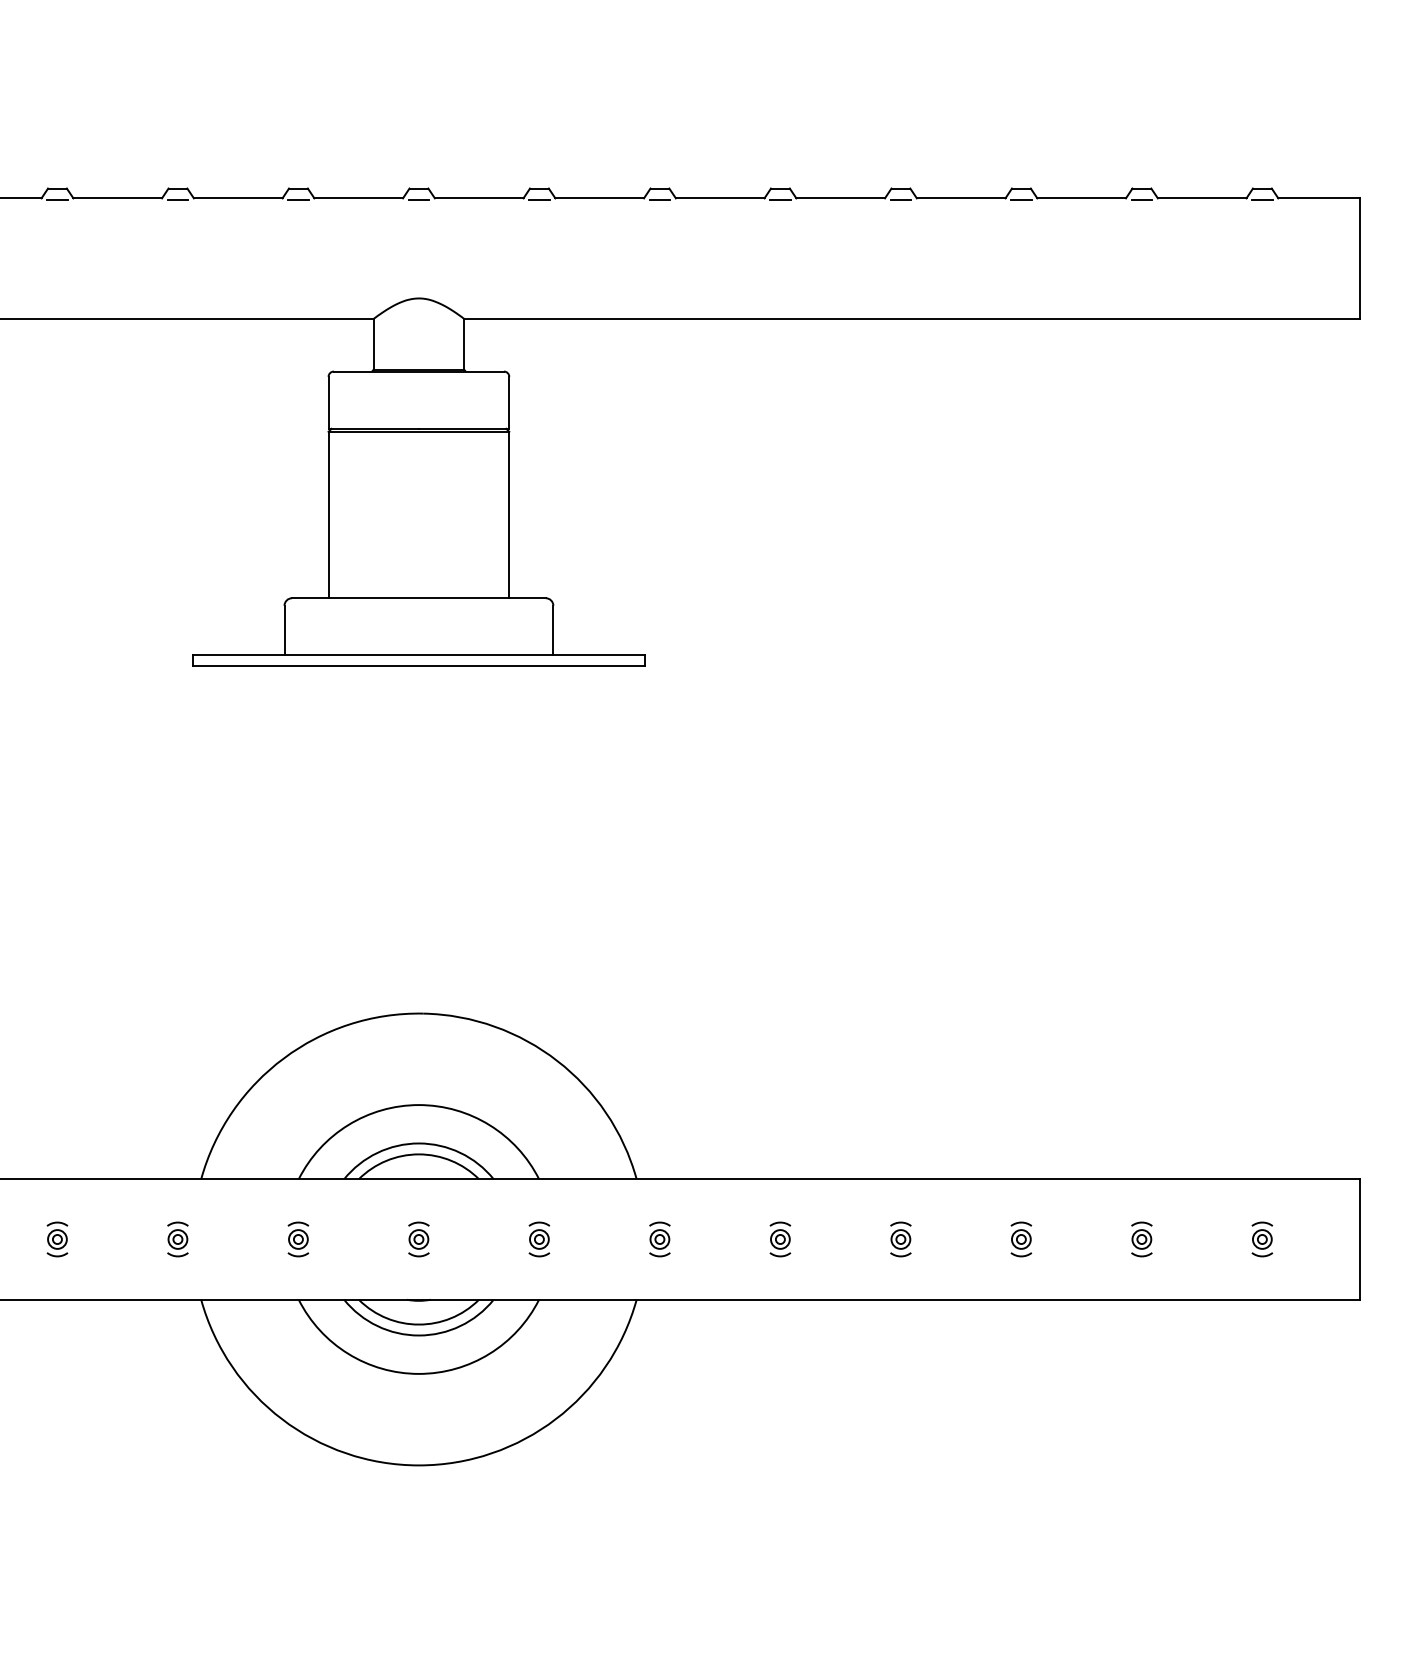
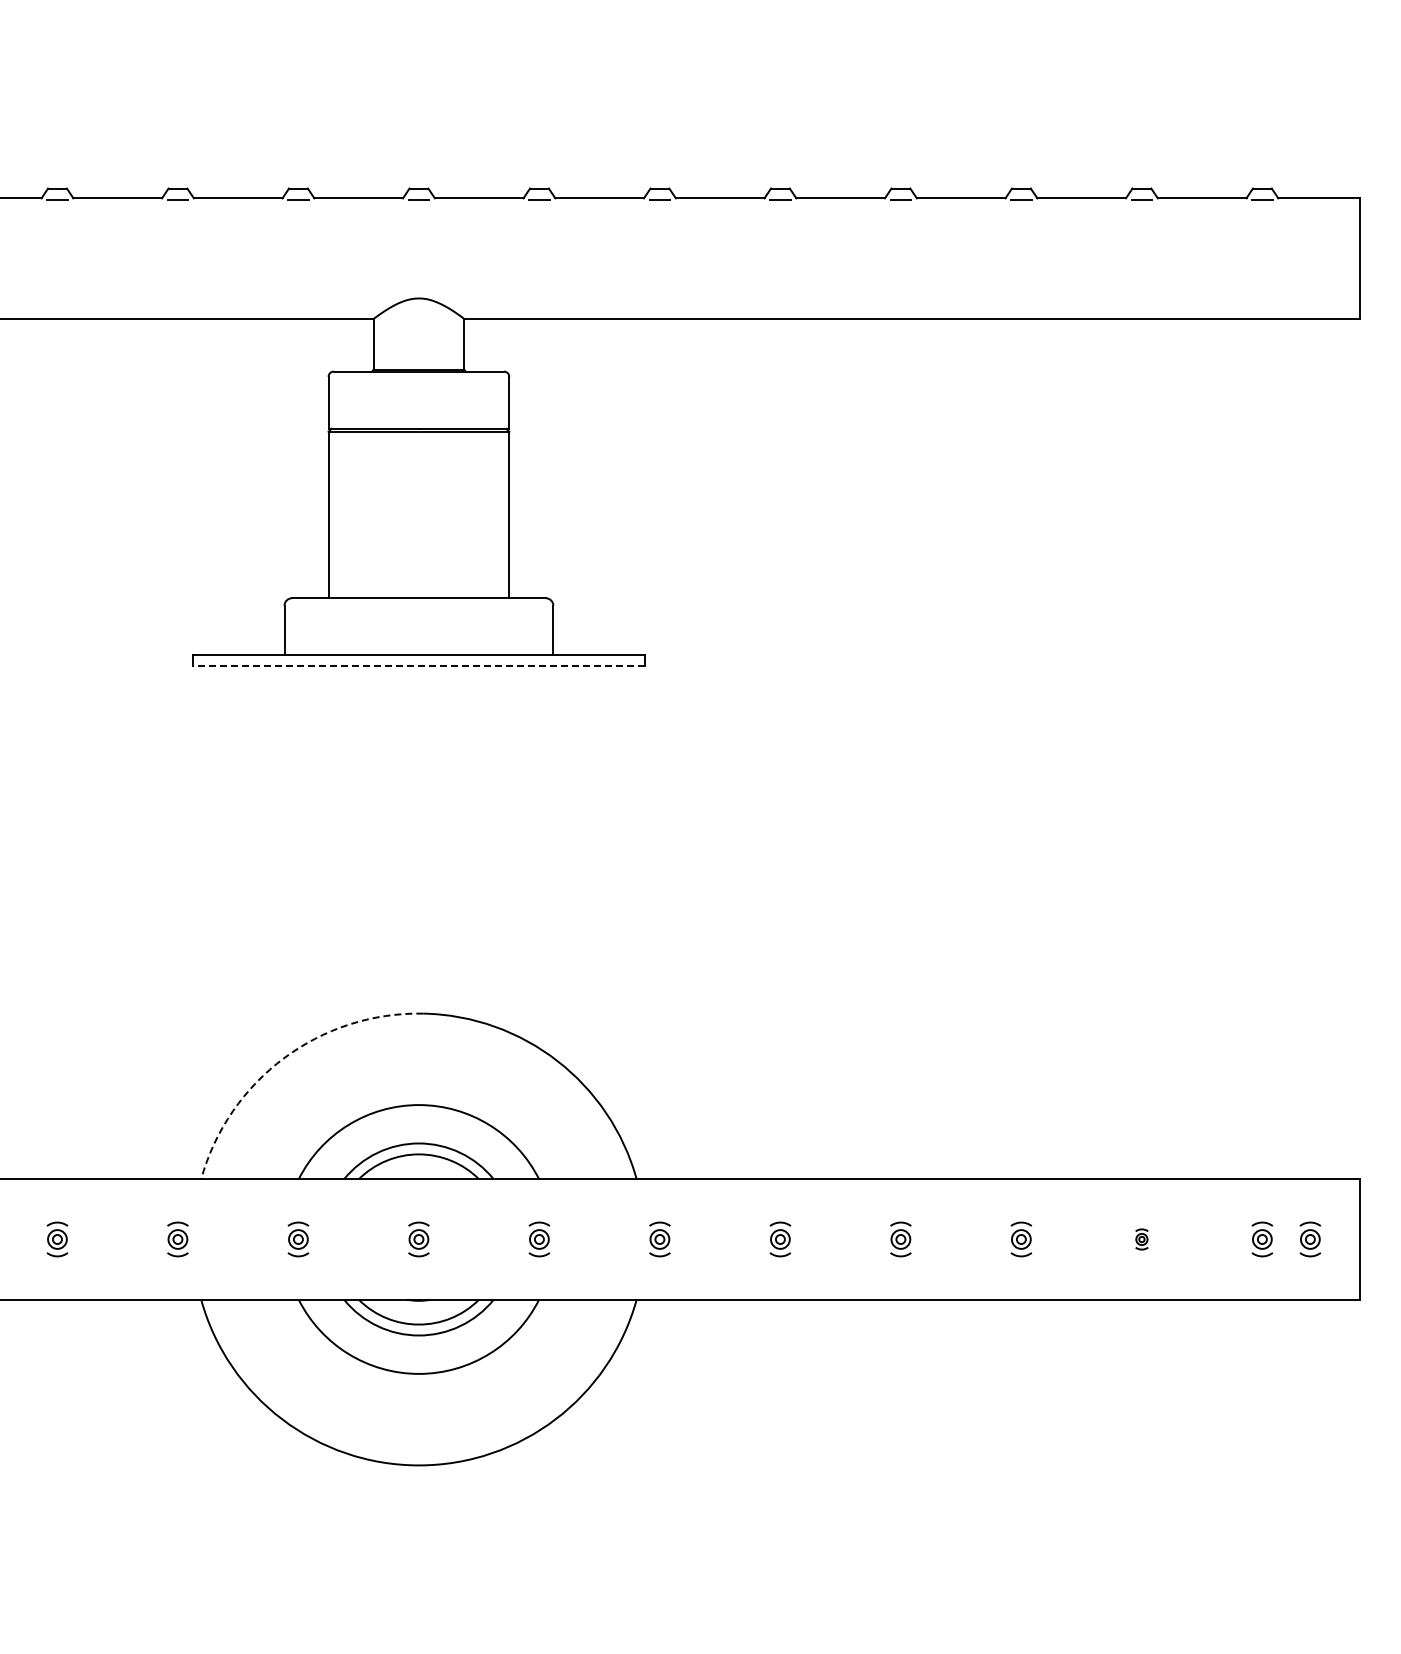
line at (418, 666): solid -> dashed
arc at (283, 1058): solid -> dashed
part at (1141, 1239) size: 22x37 px -> 14x23 px
part at (1310, 1239): none -> present
